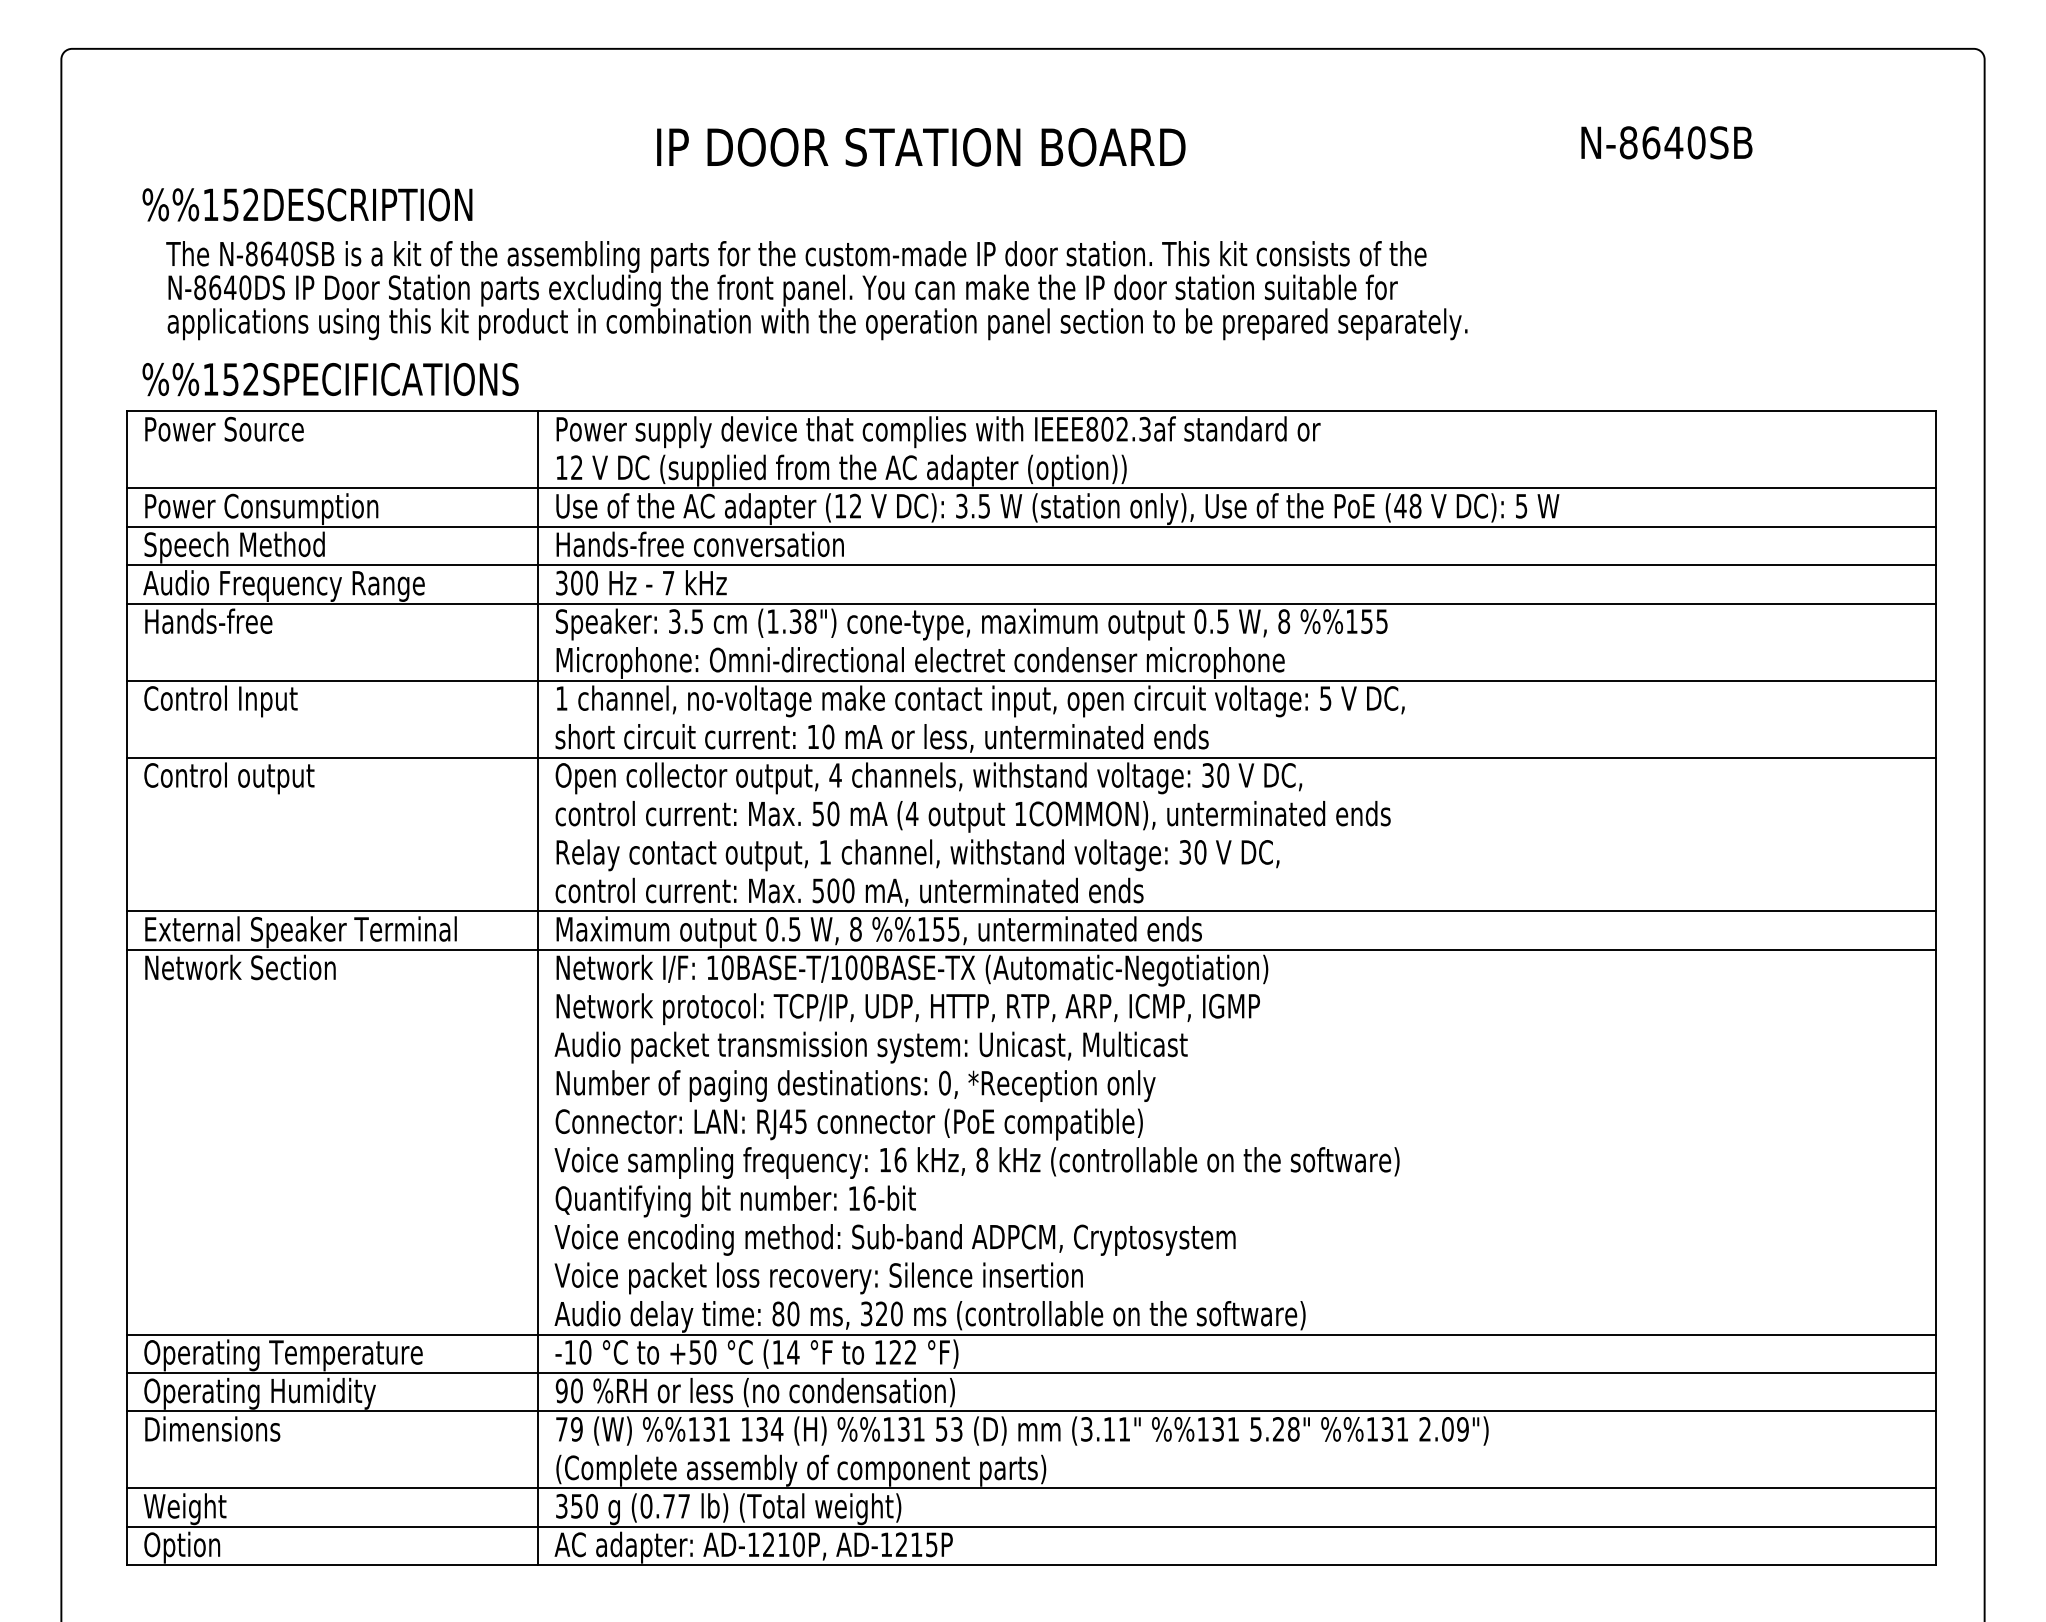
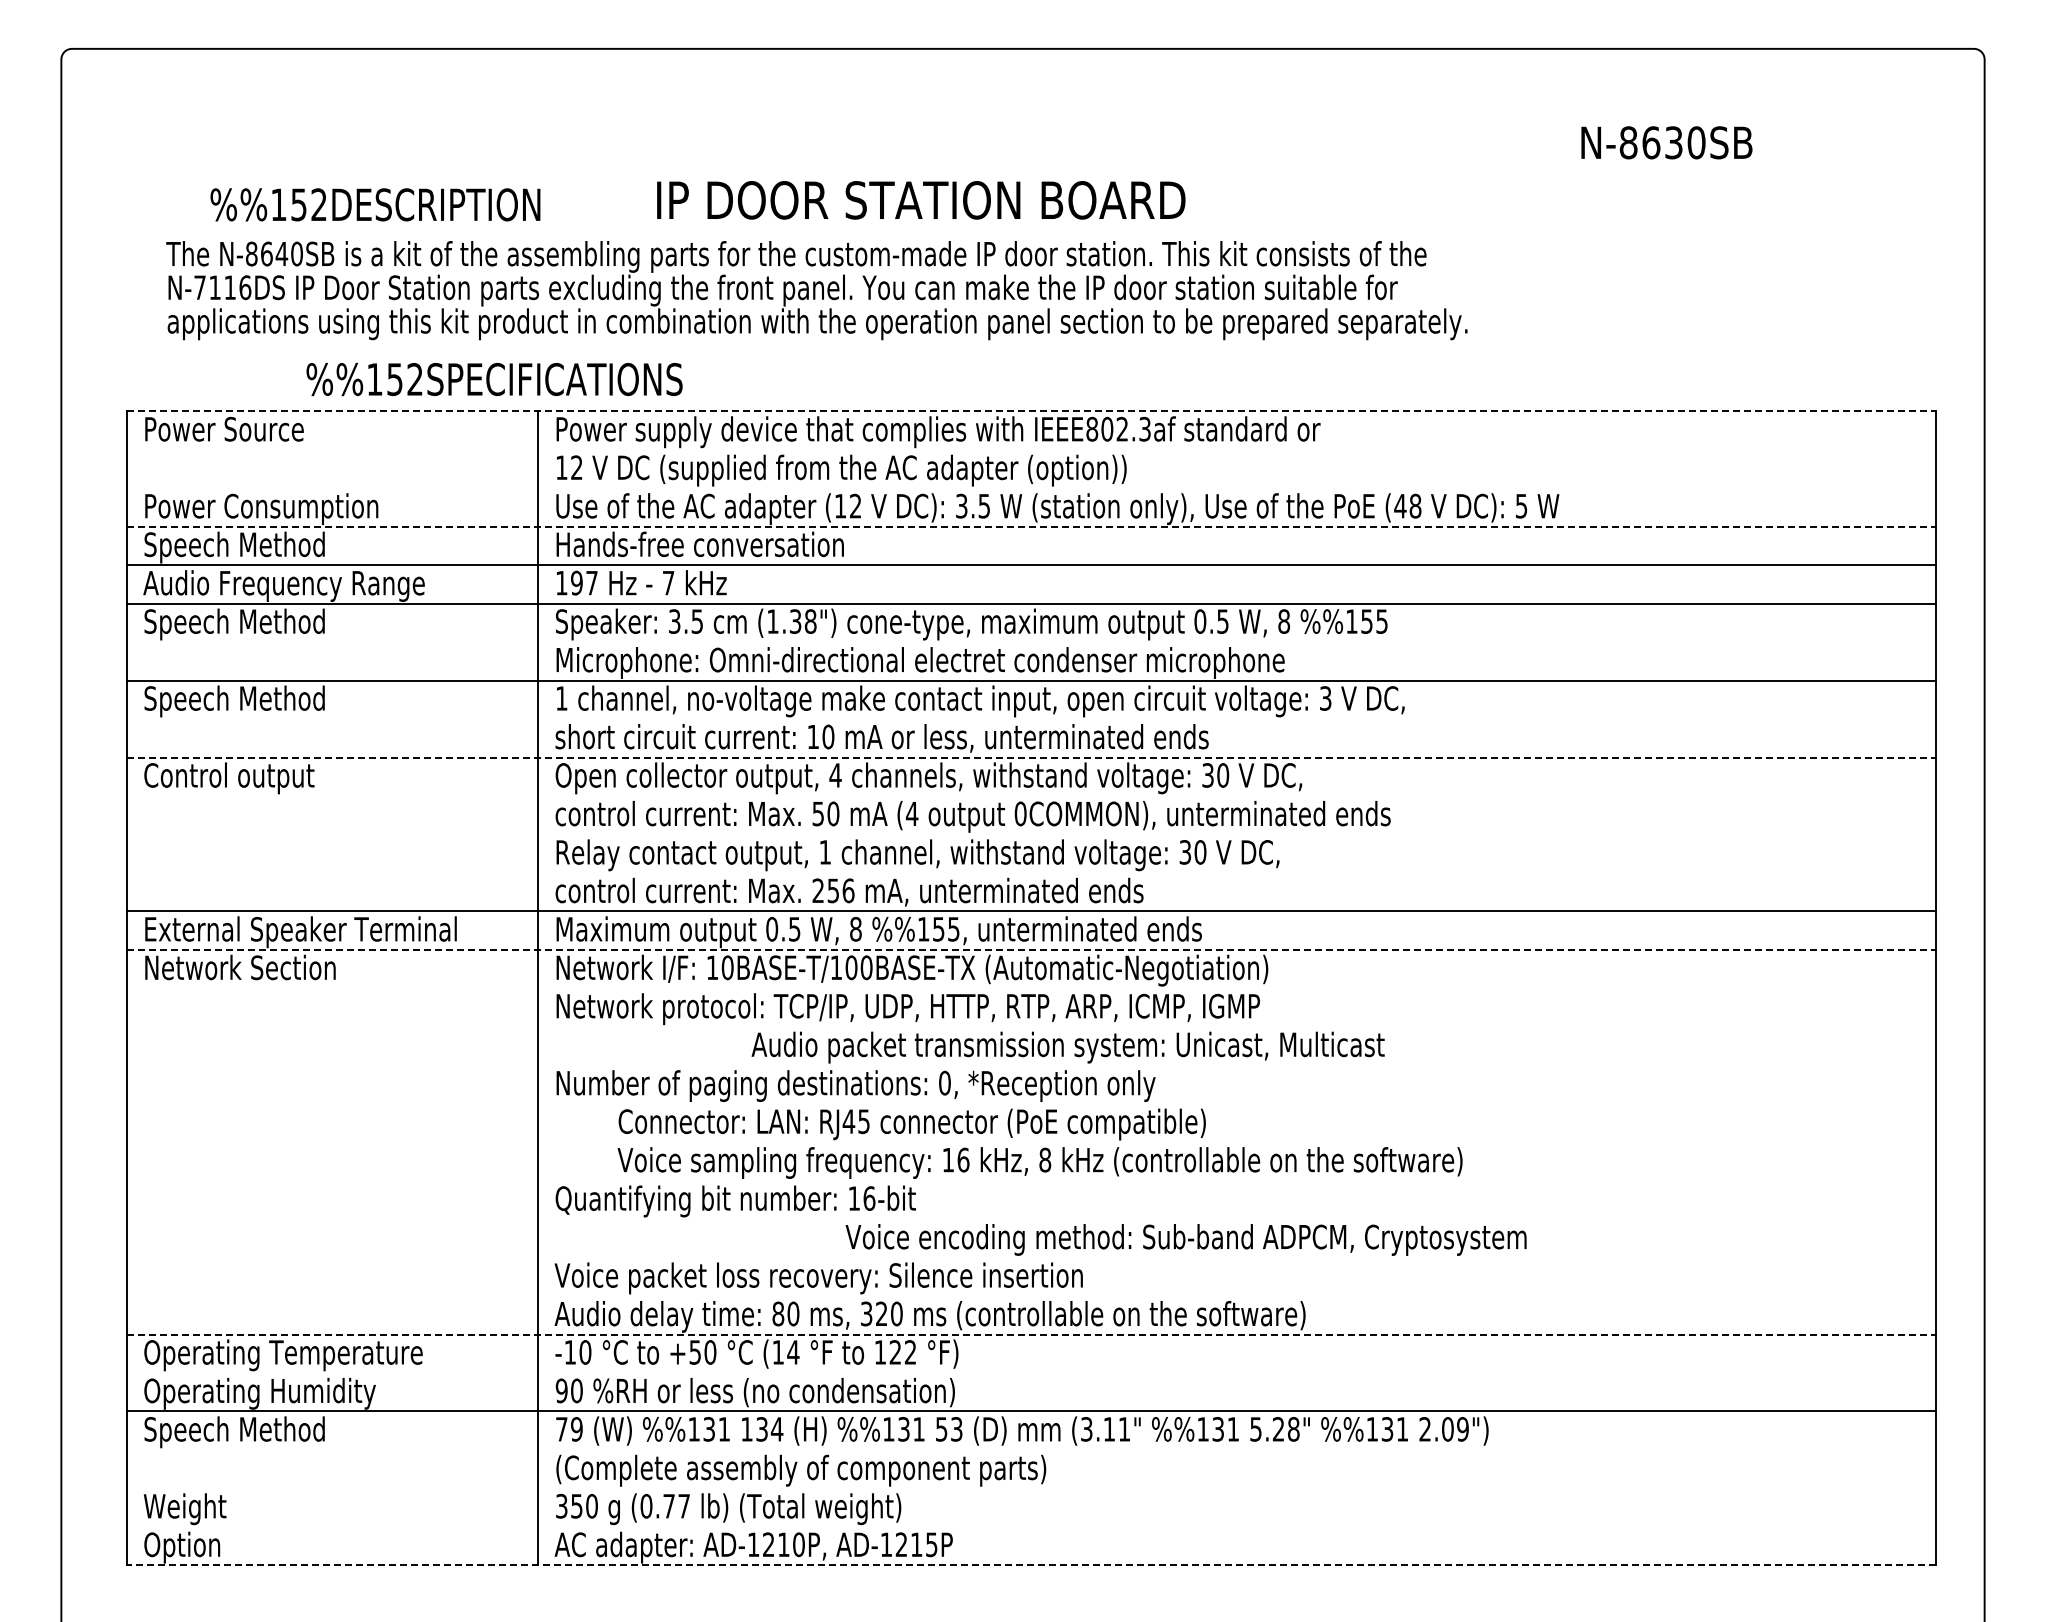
text at (1673, 142): N-8640SB -> N-8630SB
text at (921, 147) position: (921, 147) -> (921, 200)
text at (307, 204) position: (307, 204) -> (375, 204)
text at (222, 287): N-8640DS -> N-7116DS
text at (330, 379) position: (330, 379) -> (494, 379)
line at (1031, 411): solid -> dashed
line at (1030, 488): present -> none
line at (1031, 526): solid -> dashed
text at (576, 582): 300 -> 197
text at (234, 624): Hands-free -> Speech Method
text at (1325, 698): 5 -> 3
text at (234, 701): Control Input -> Speech Method
line at (1031, 757): solid -> dashed
text at (1020, 813): 1COMMON), -> 0COMMON),
text at (833, 890): 500 -> 256
line at (1031, 949): solid -> dashed
text at (870, 1047) position: (870, 1047) -> (1067, 1047)
text at (976, 1143) position: (976, 1143) -> (1039, 1143)
text at (894, 1239) position: (894, 1239) -> (1185, 1239)
line at (1031, 1334): solid -> dashed
line at (1030, 1373): present -> none
text at (234, 1432): Dimensions -> Speech Method
line at (1030, 1488): present -> none
line at (1030, 1526): present -> none
line at (1030, 1565): solid -> dashed
